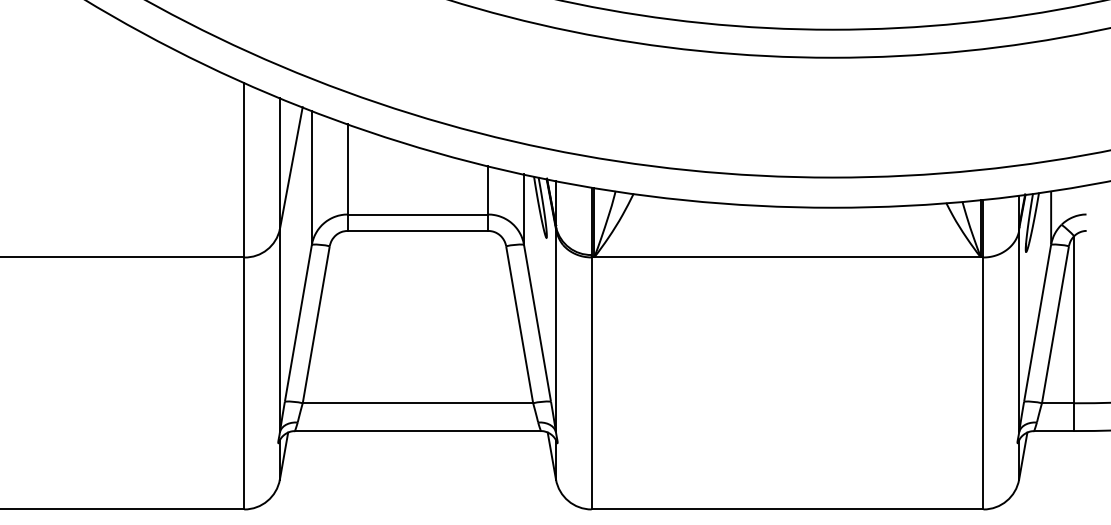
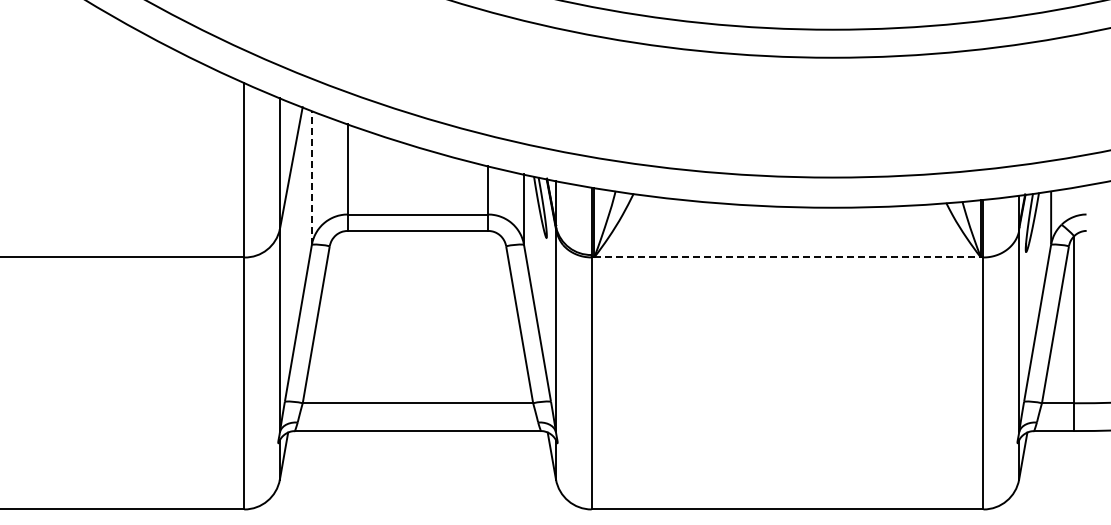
line at (311, 177): solid -> dashed
line at (788, 257): solid -> dashed
